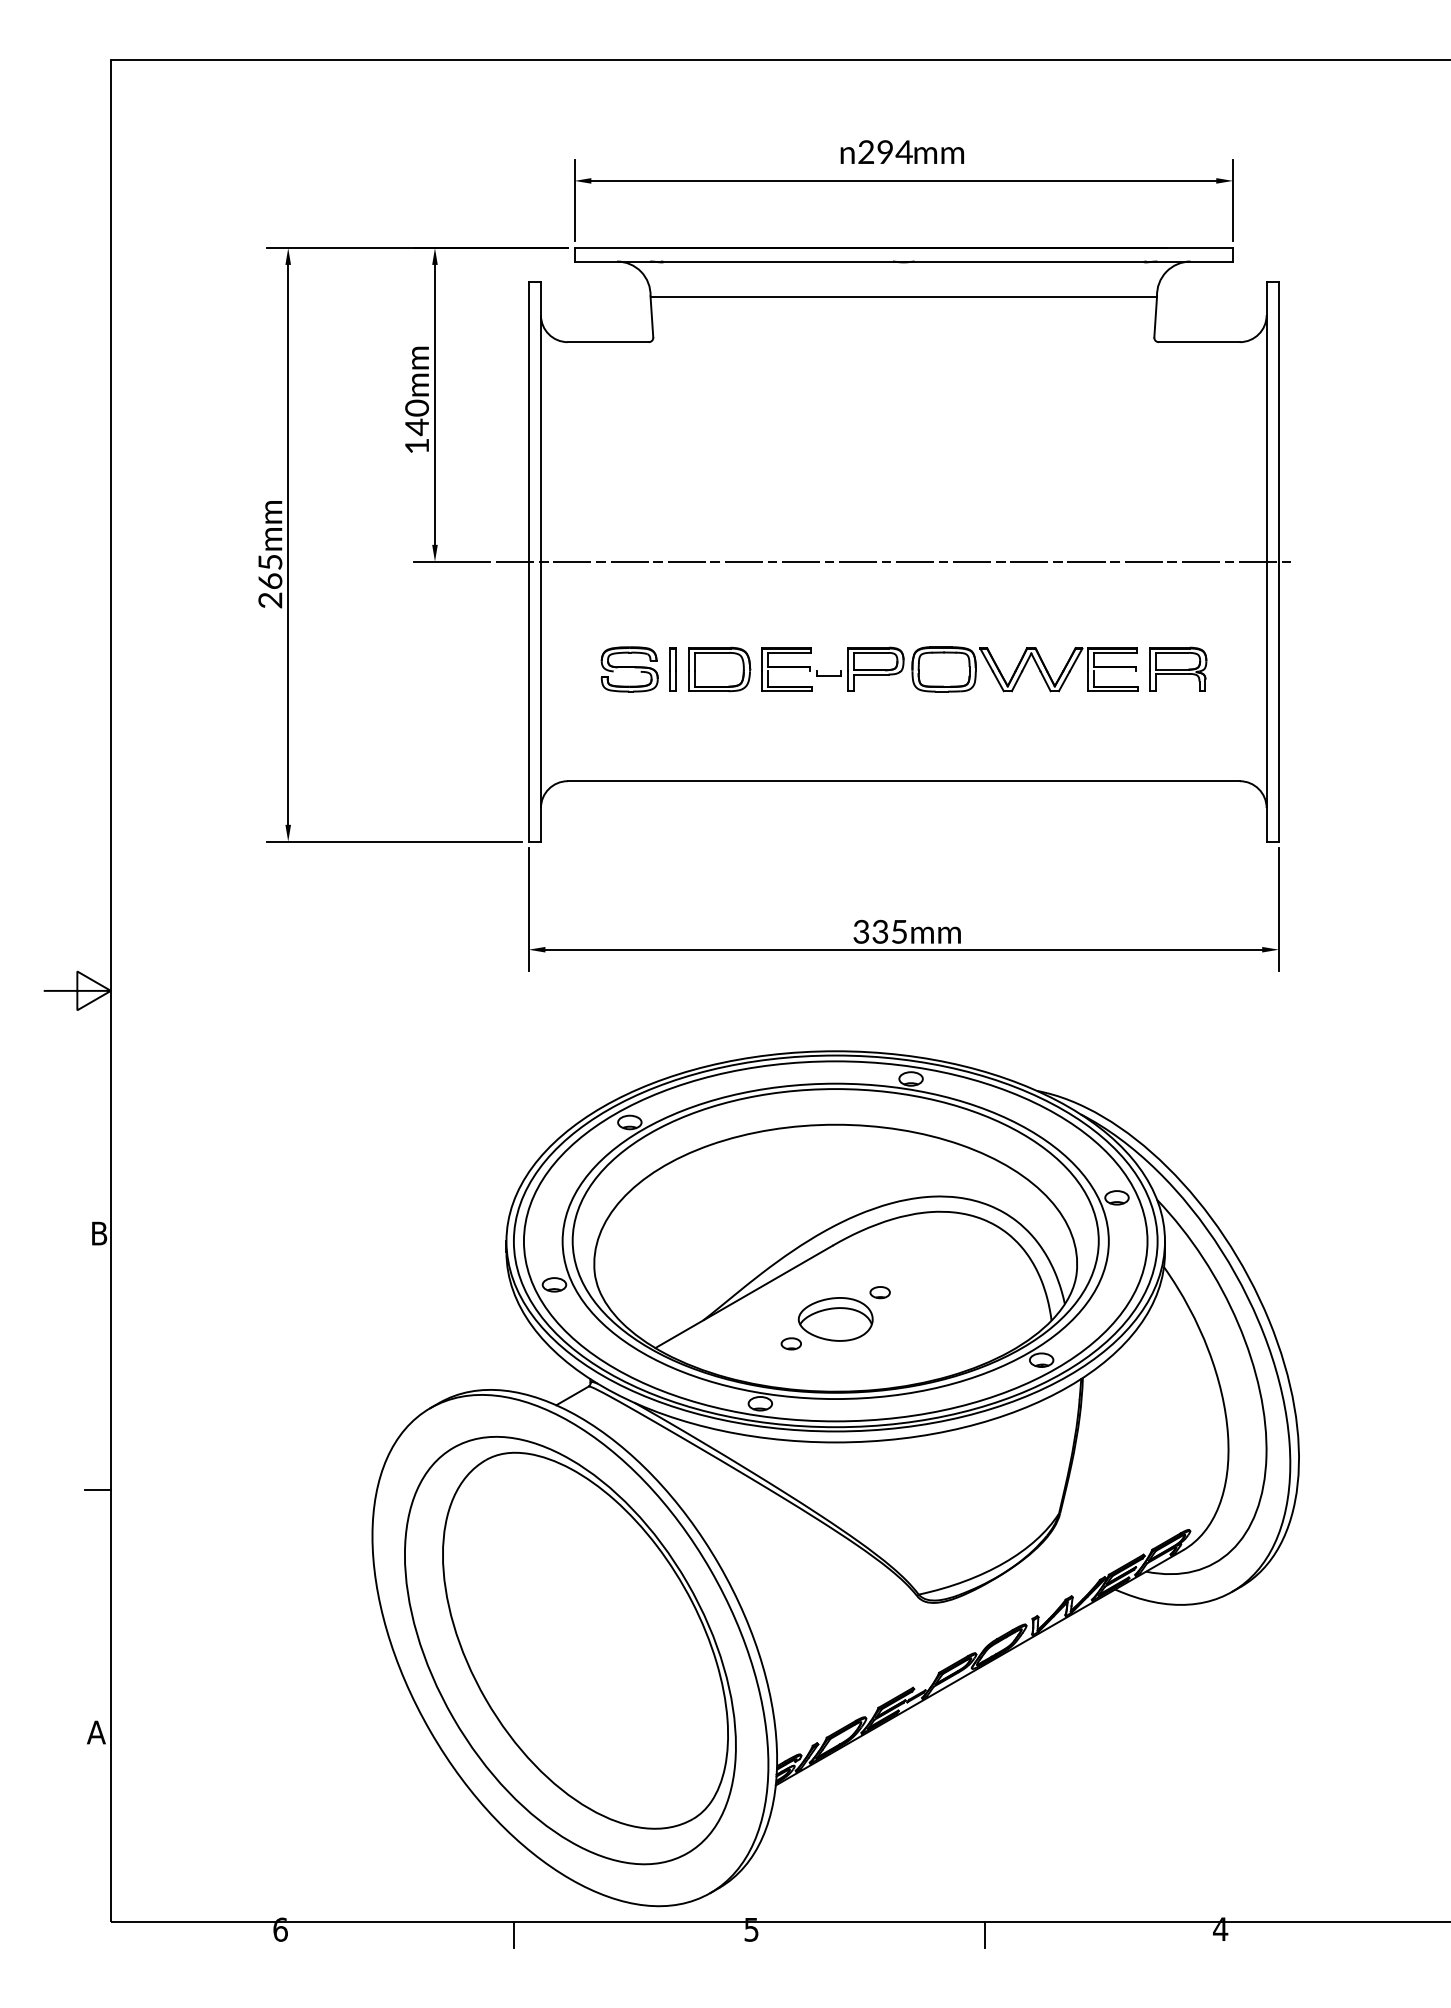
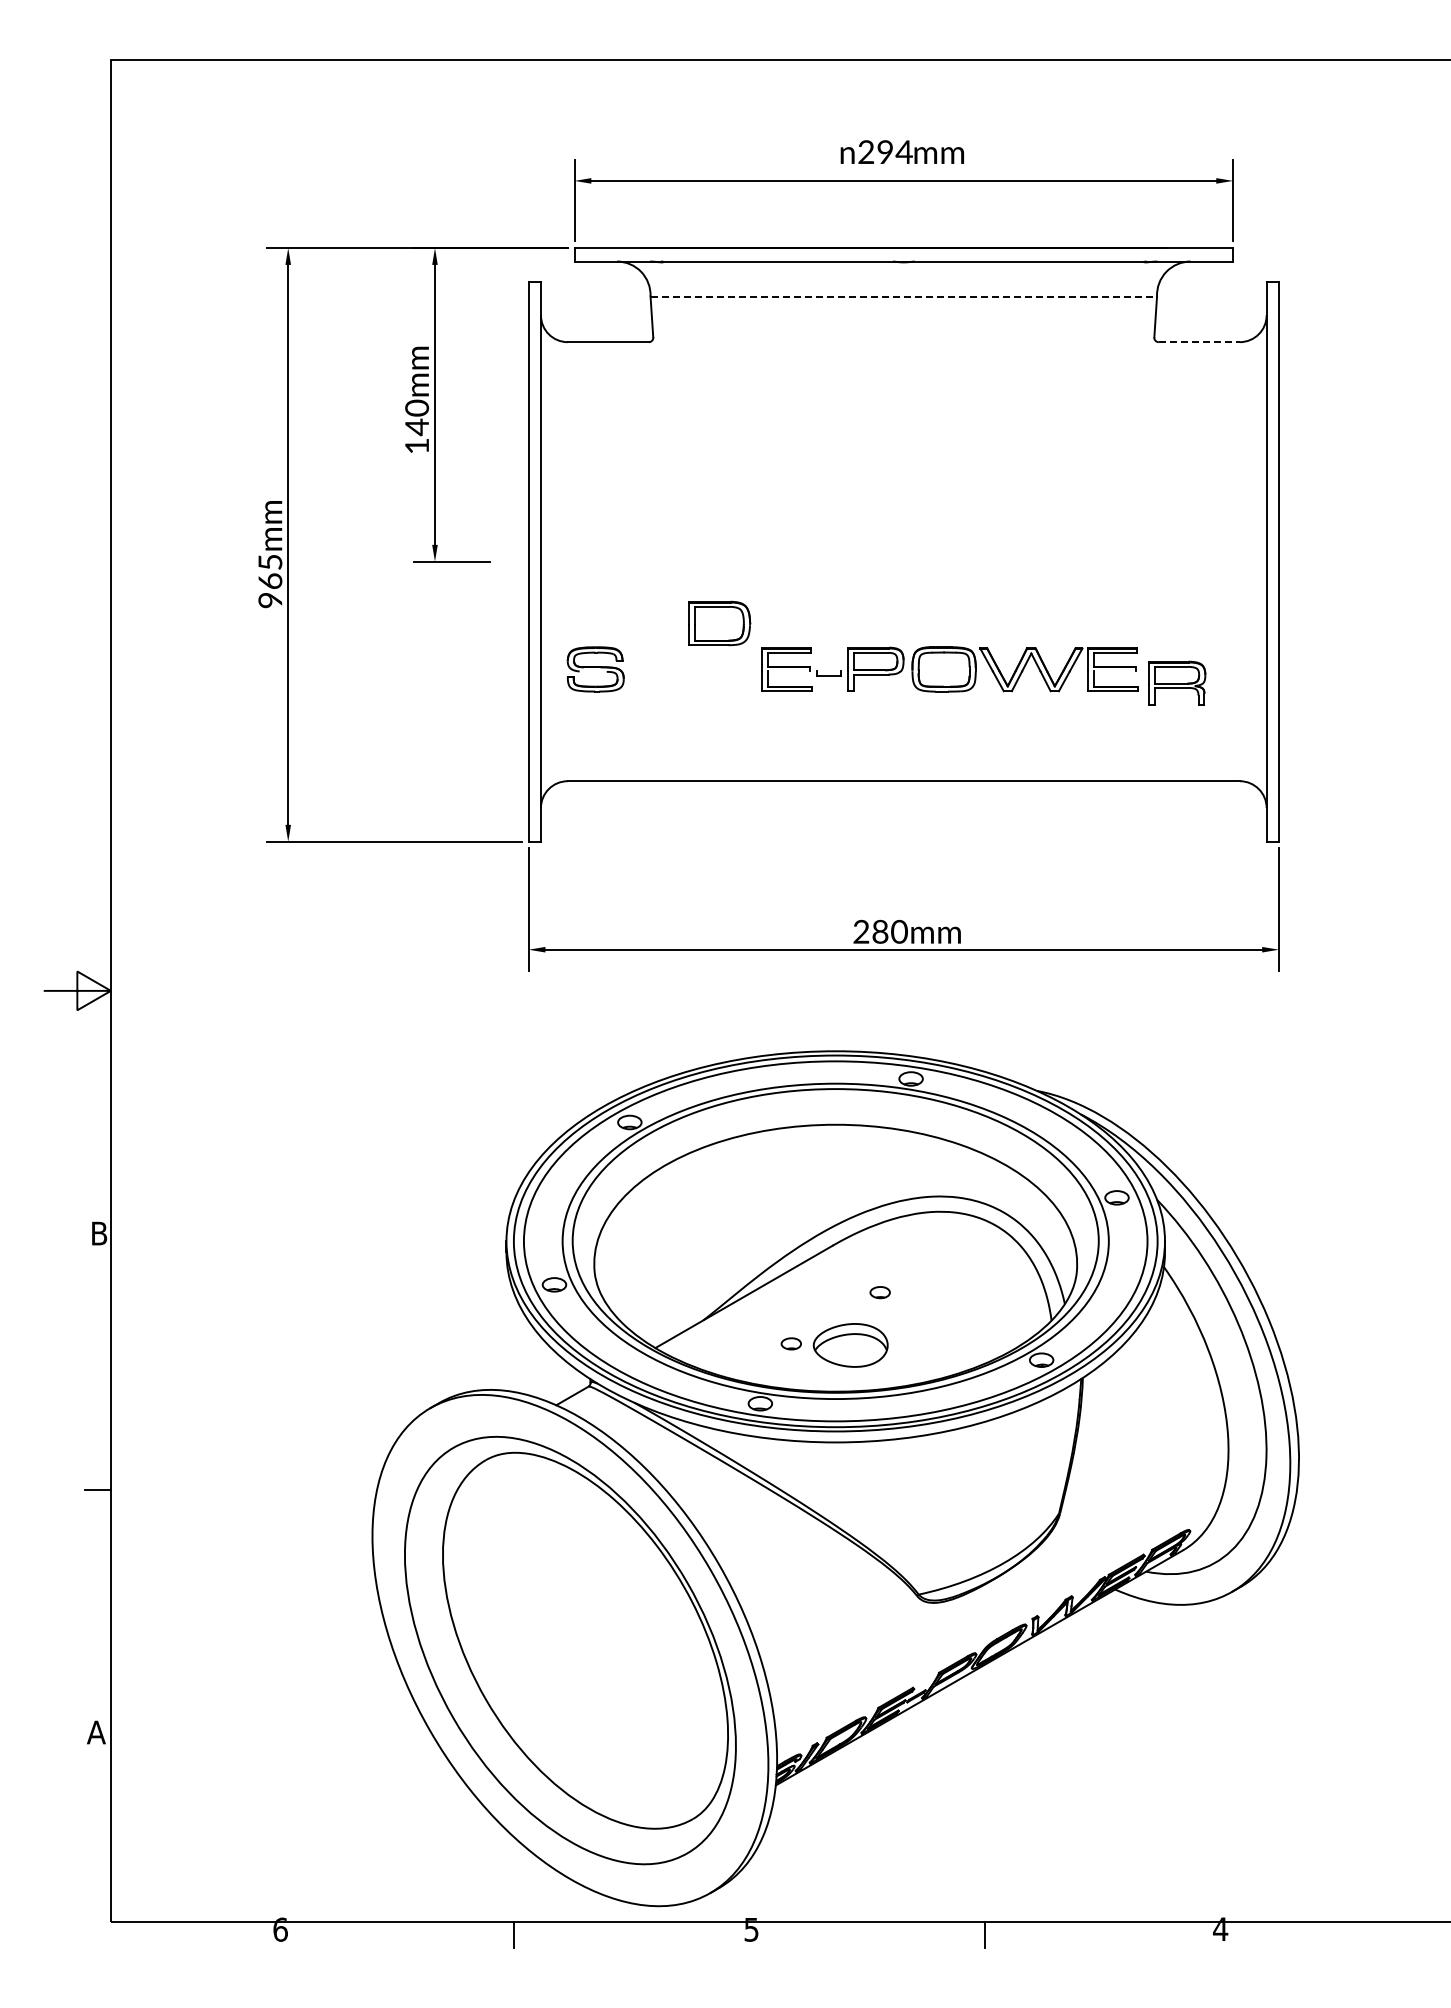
line at (904, 296): solid -> dashed
line at (1199, 342): solid -> dashed
line at (895, 561): present -> none
text at (270, 600): 265mm -> 965mm
part at (1178, 668) position: (1178, 668) -> (1177, 682)
part at (629, 669) position: (629, 669) -> (595, 669)
part at (672, 669): present -> none
part at (719, 669) position: (719, 669) -> (719, 623)
text at (880, 931): 335mm -> 280mm
part at (835, 1319) position: (835, 1319) -> (850, 1345)
